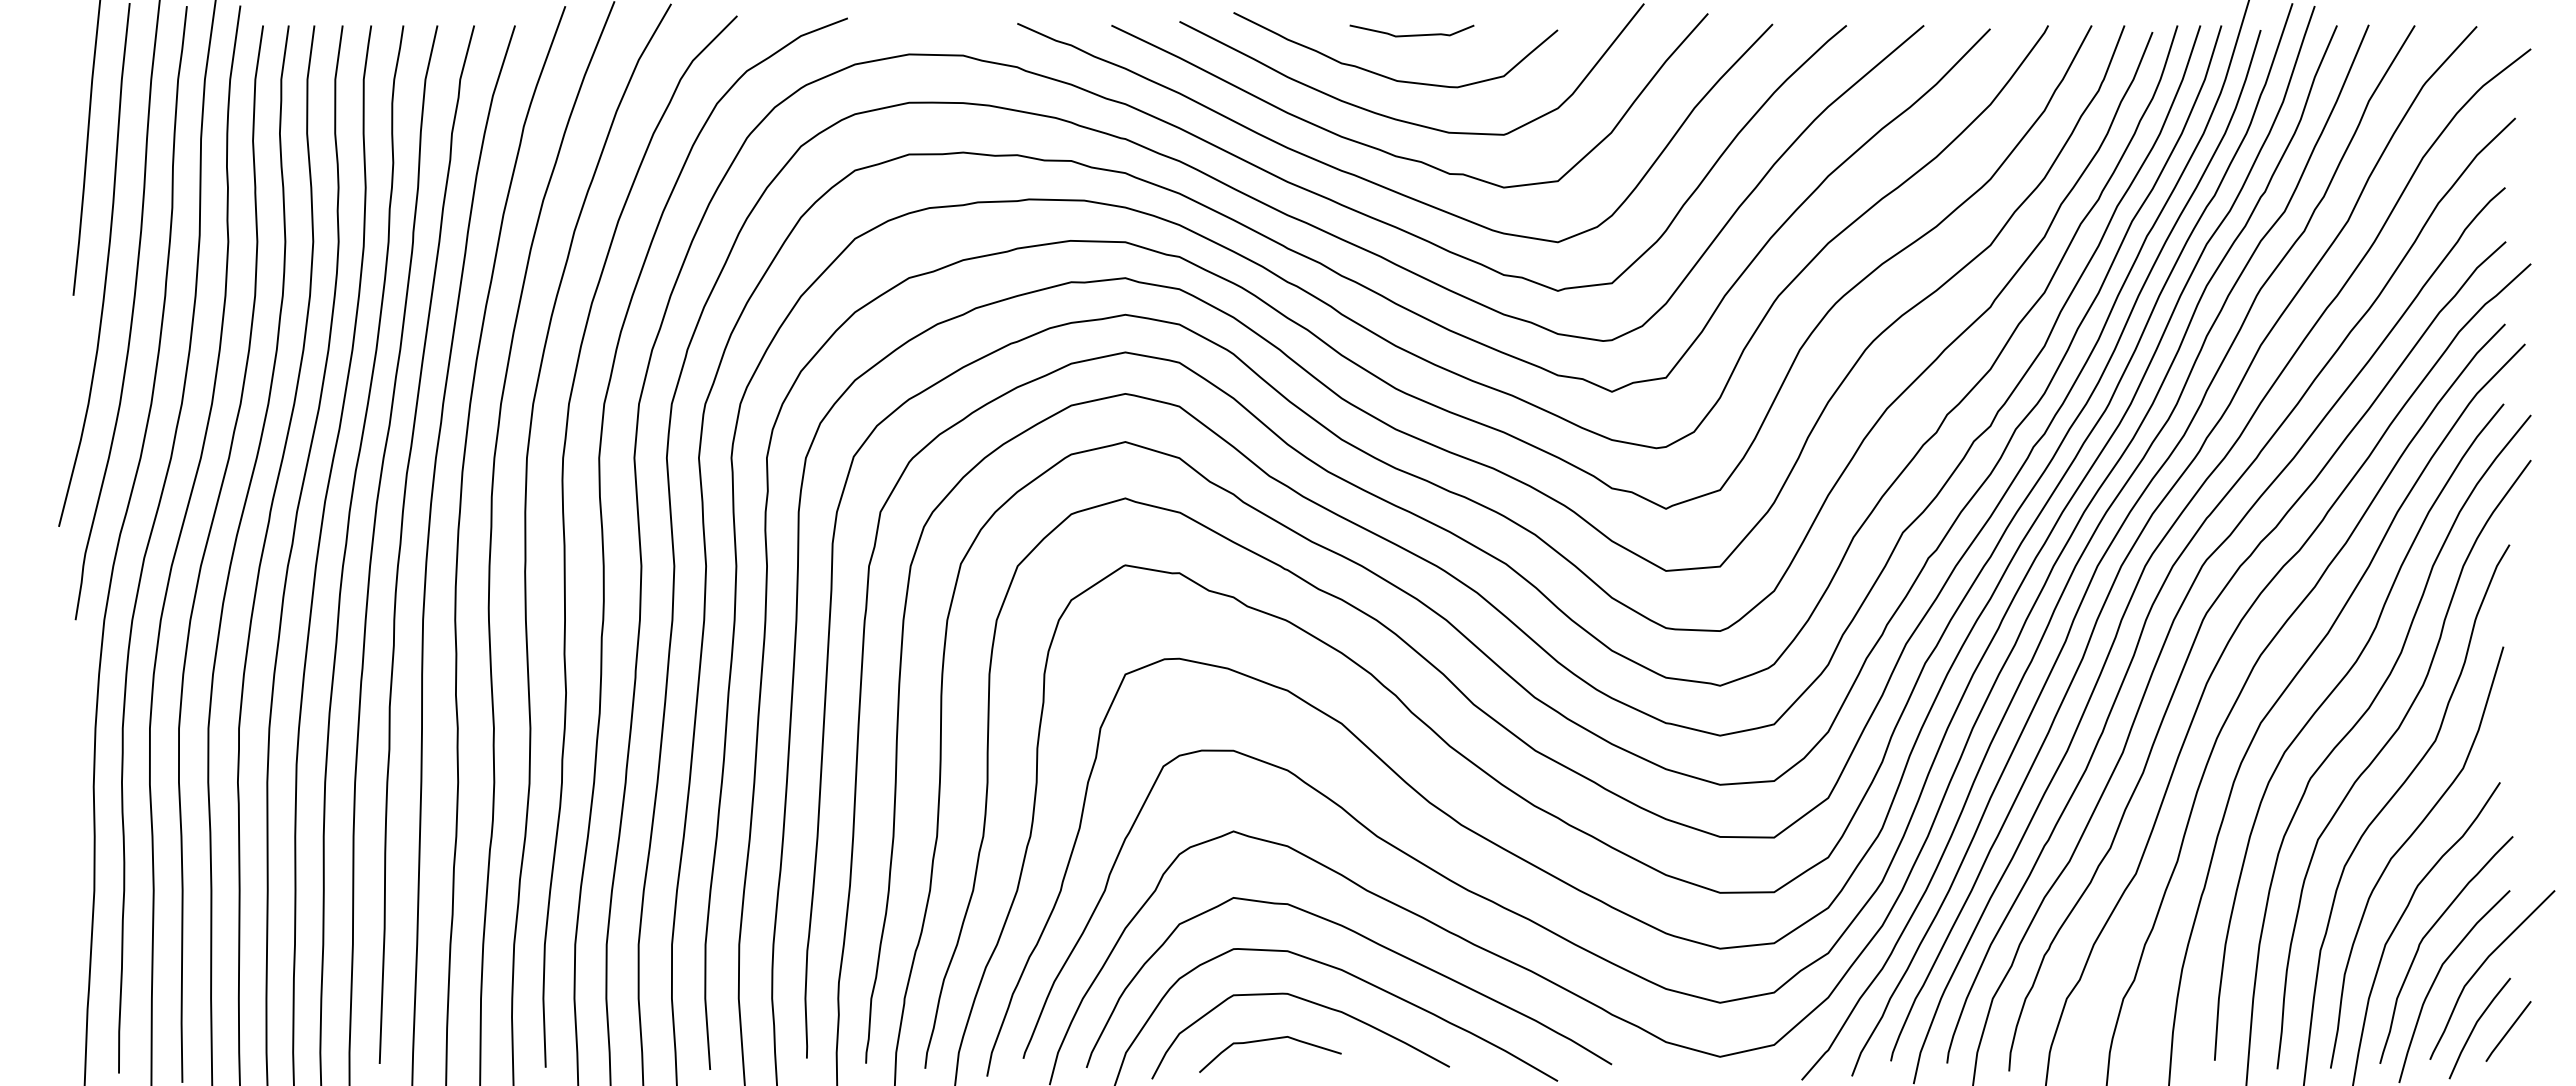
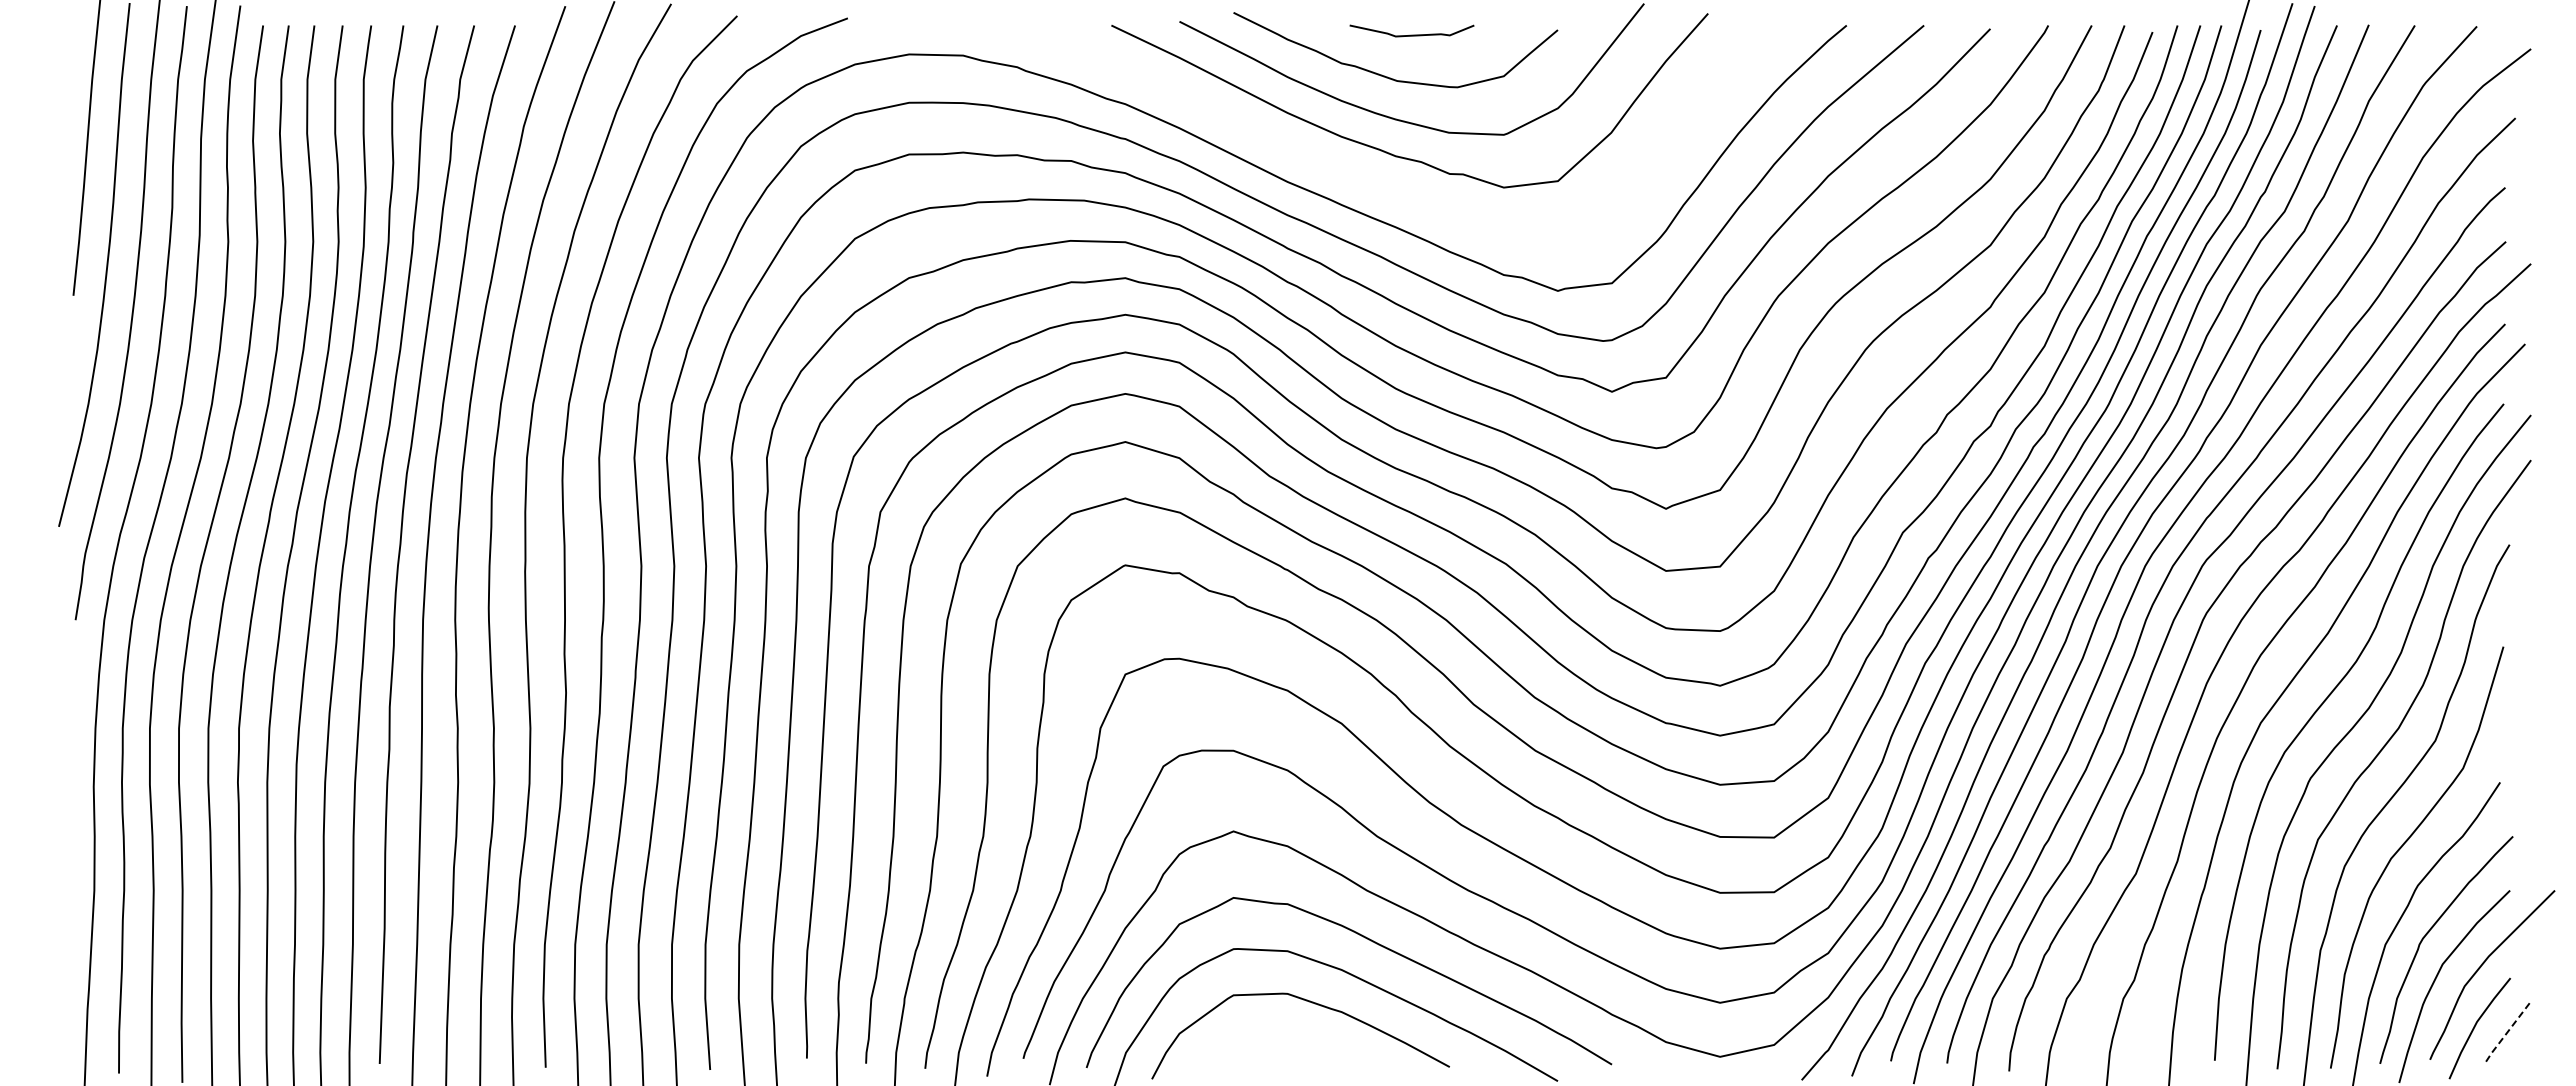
curve at (1375, 182): present -> none
line at (2508, 1031): solid -> dashed
curve at (1270, 1040): present -> none
